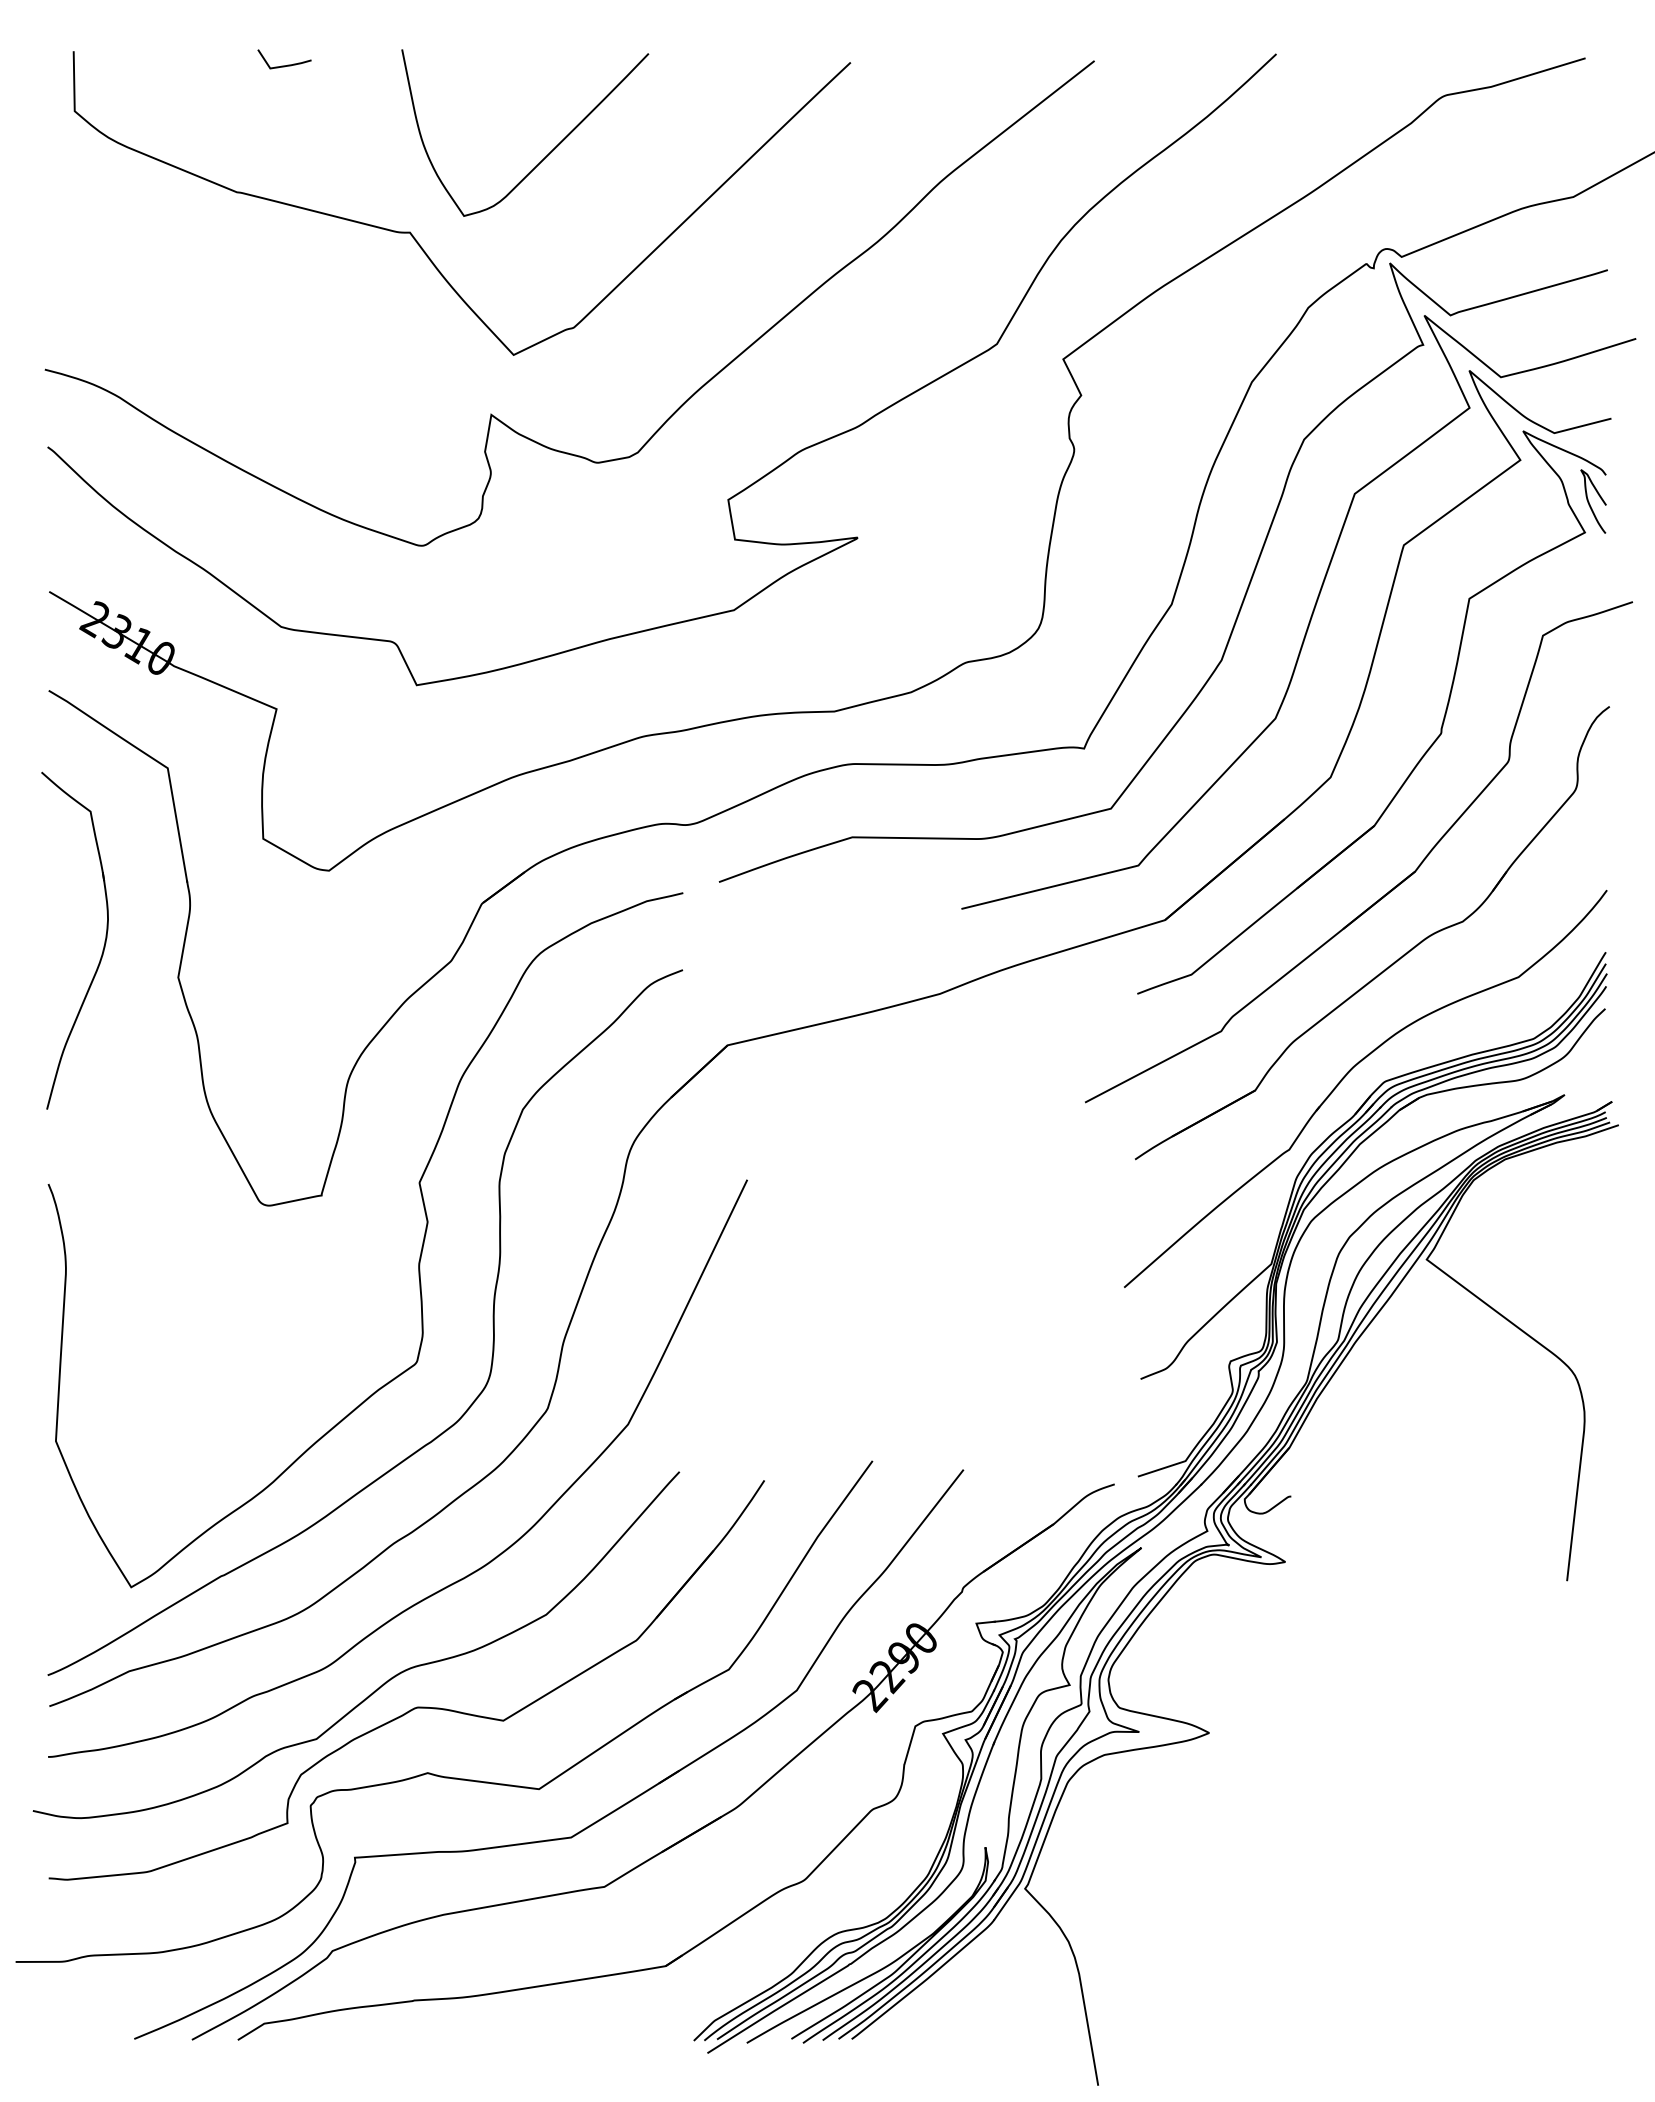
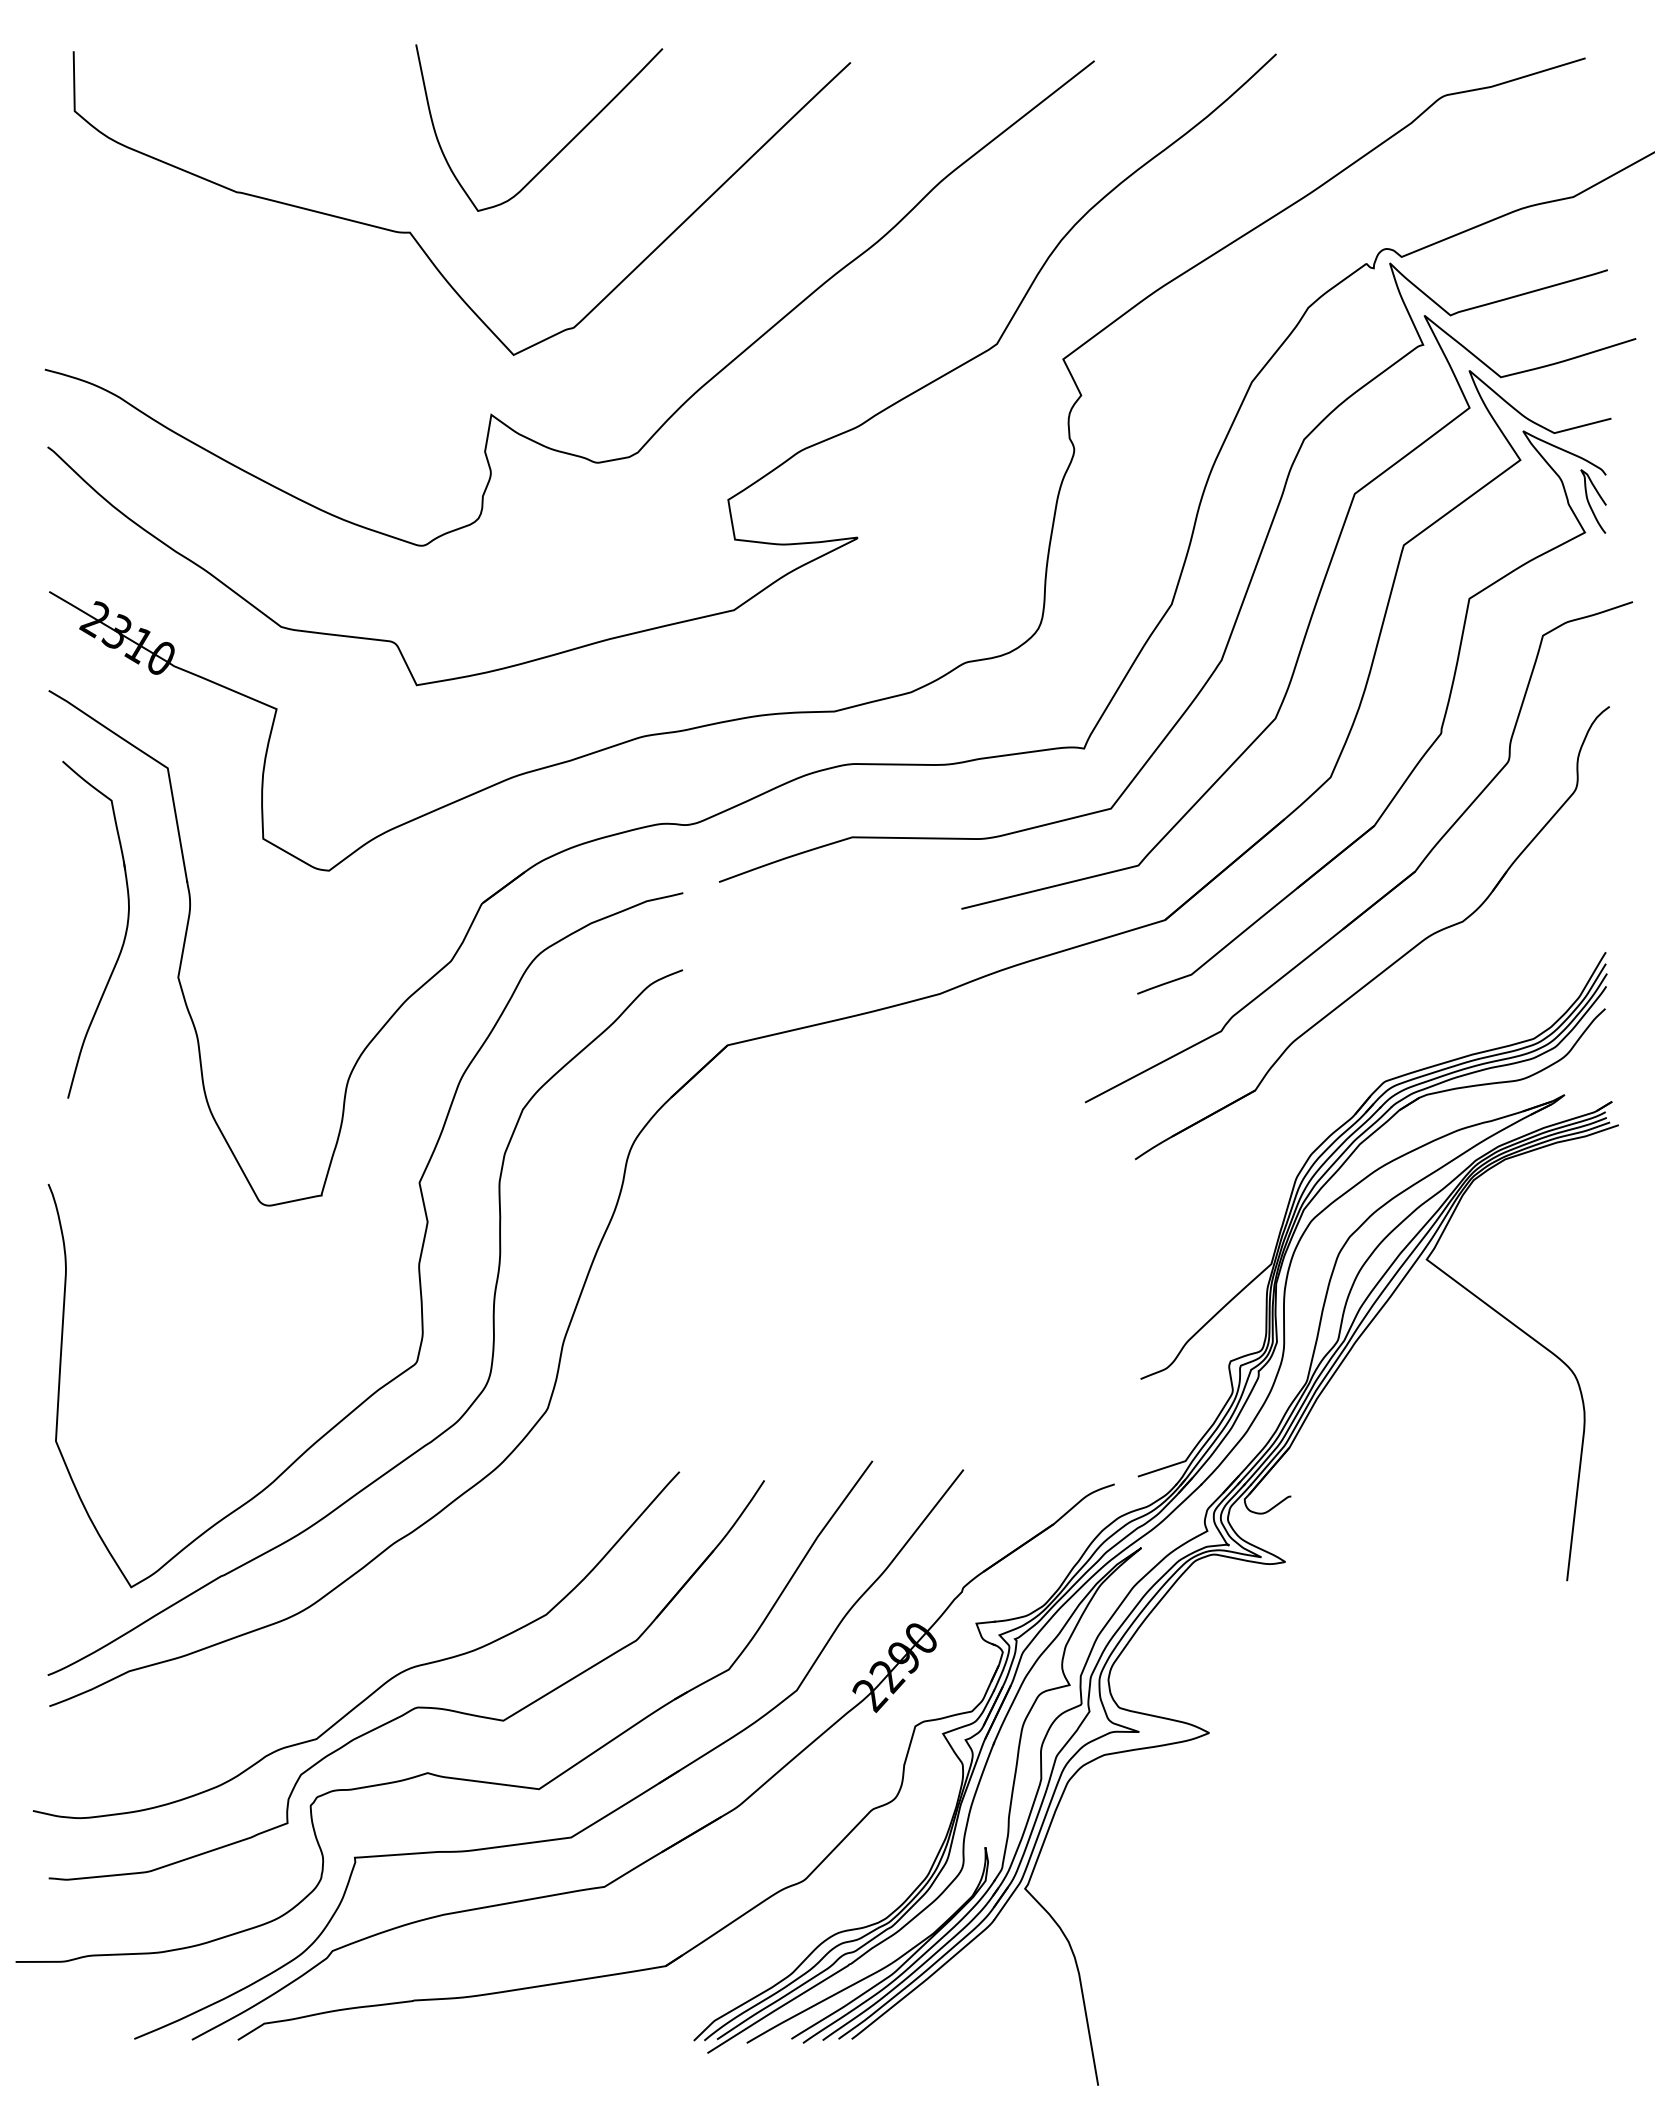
line at (287, 64): present -> none
curve at (547, 154) position: (547, 154) -> (561, 149)
part at (102, 949) position: (102, 949) -> (123, 938)
part at (1346, 1076): present -> none
curve at (453, 1582): present -> none
